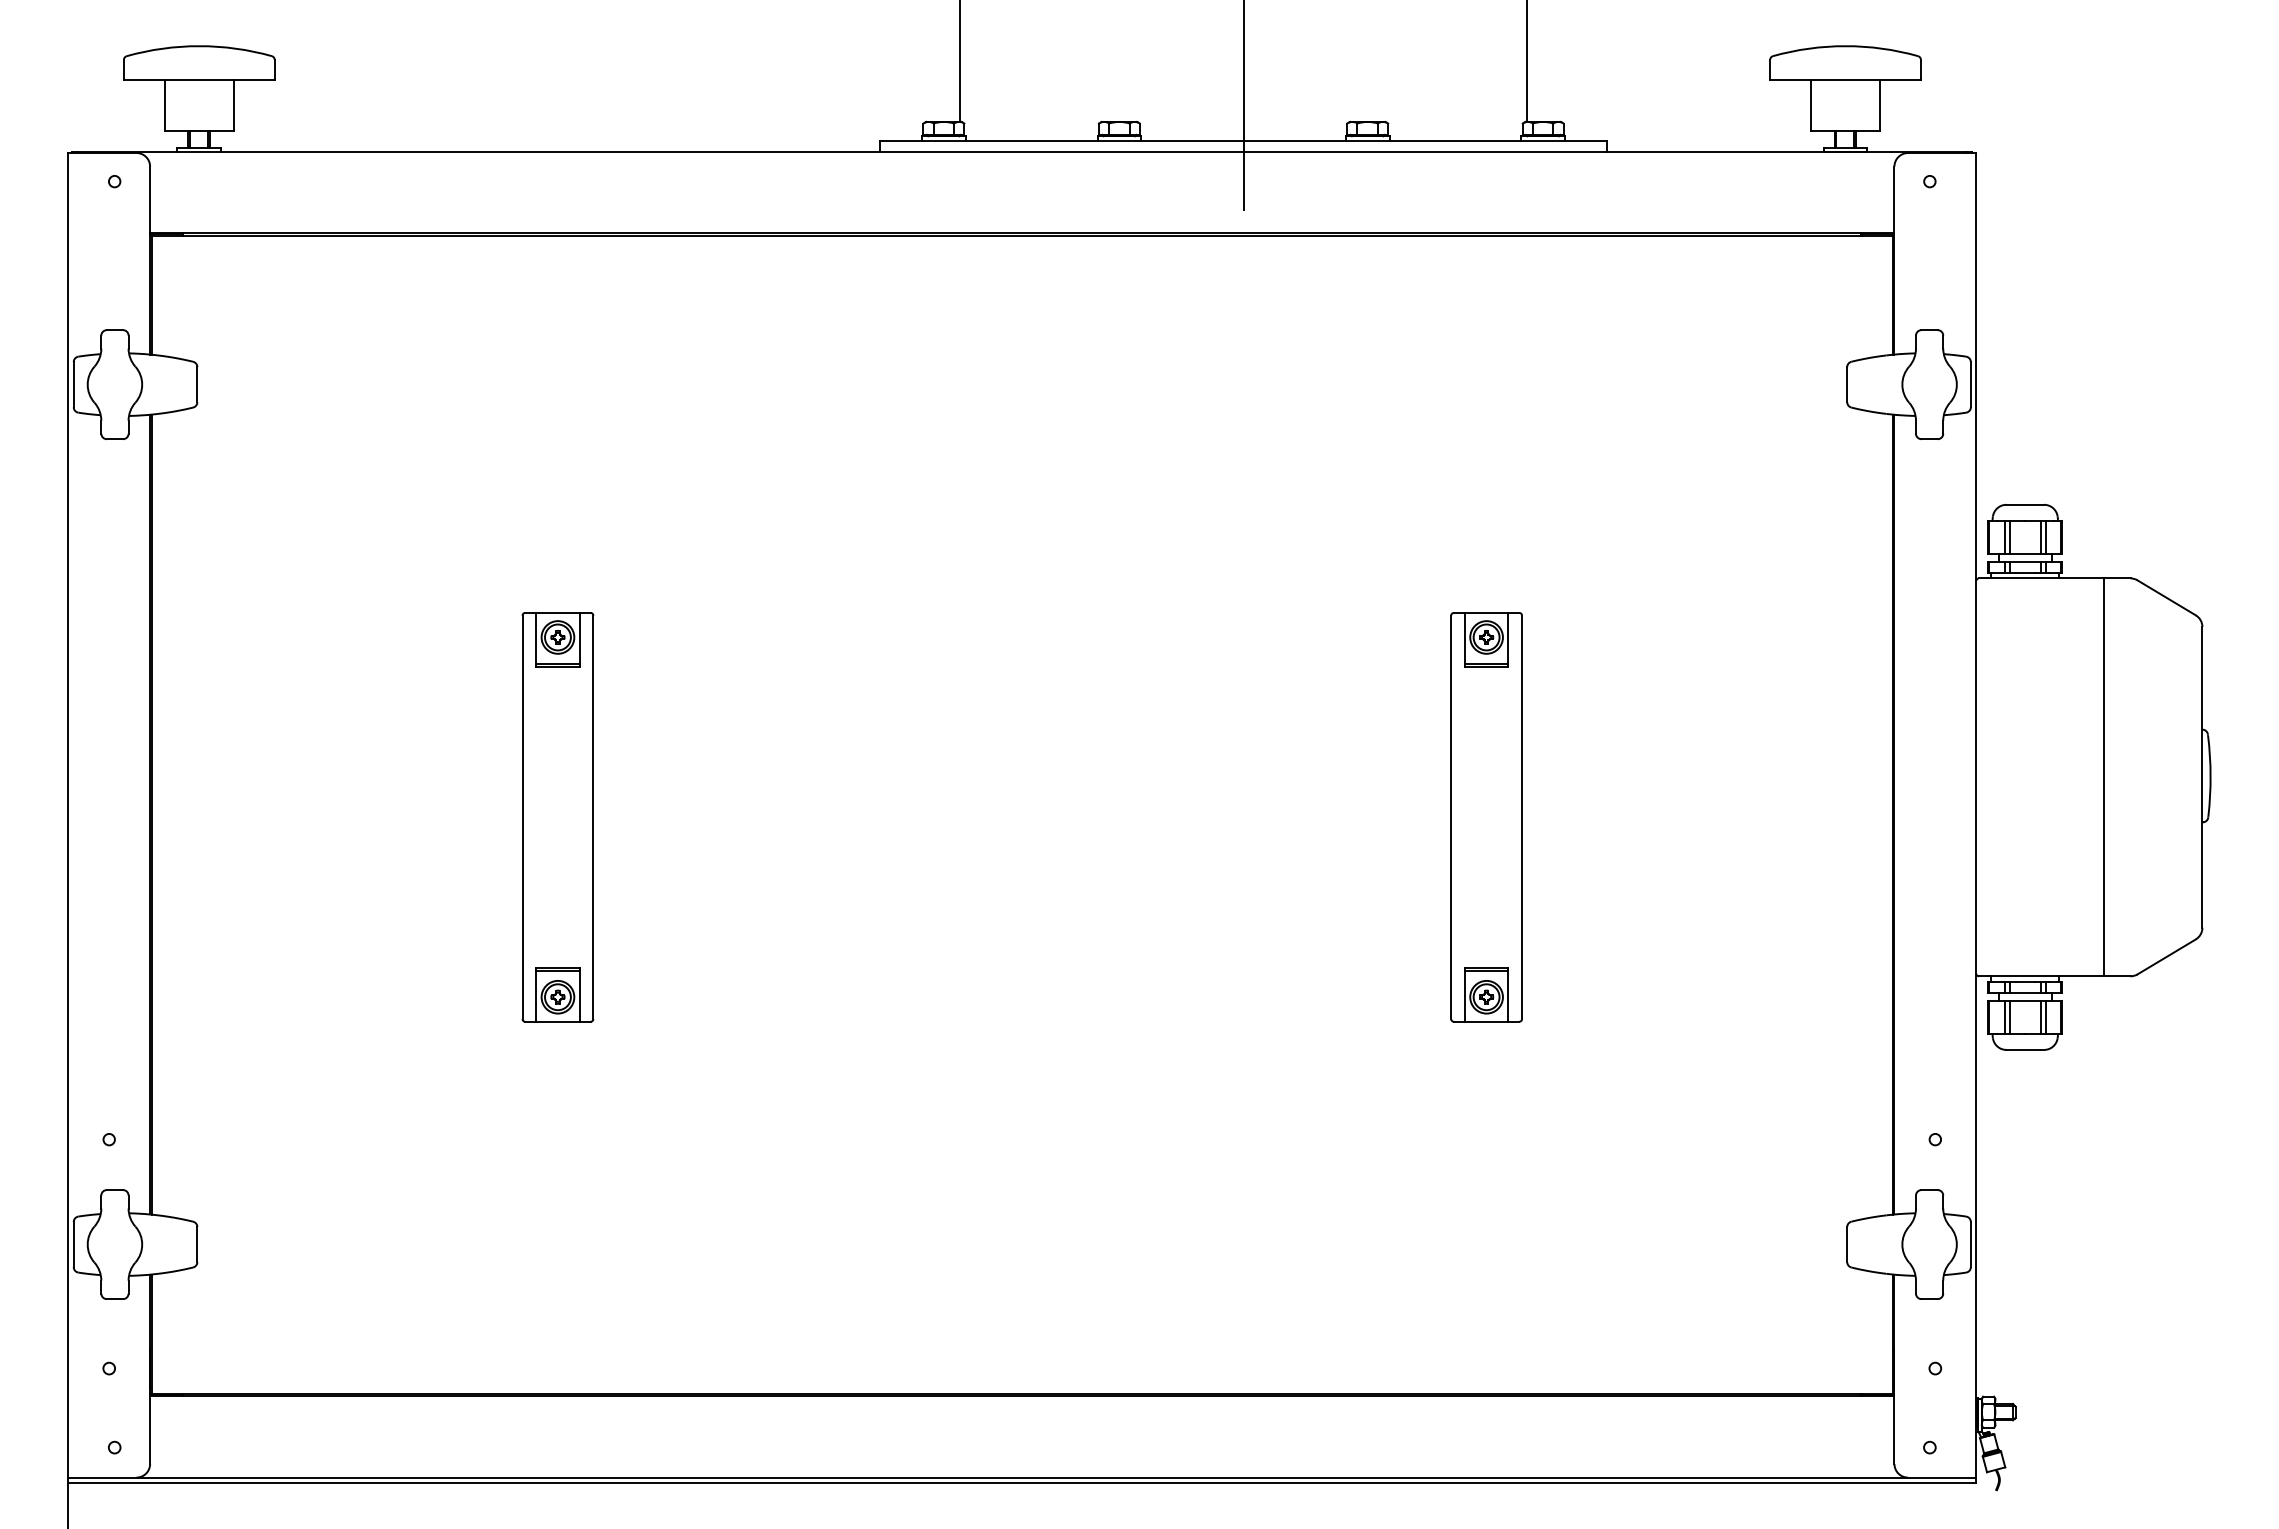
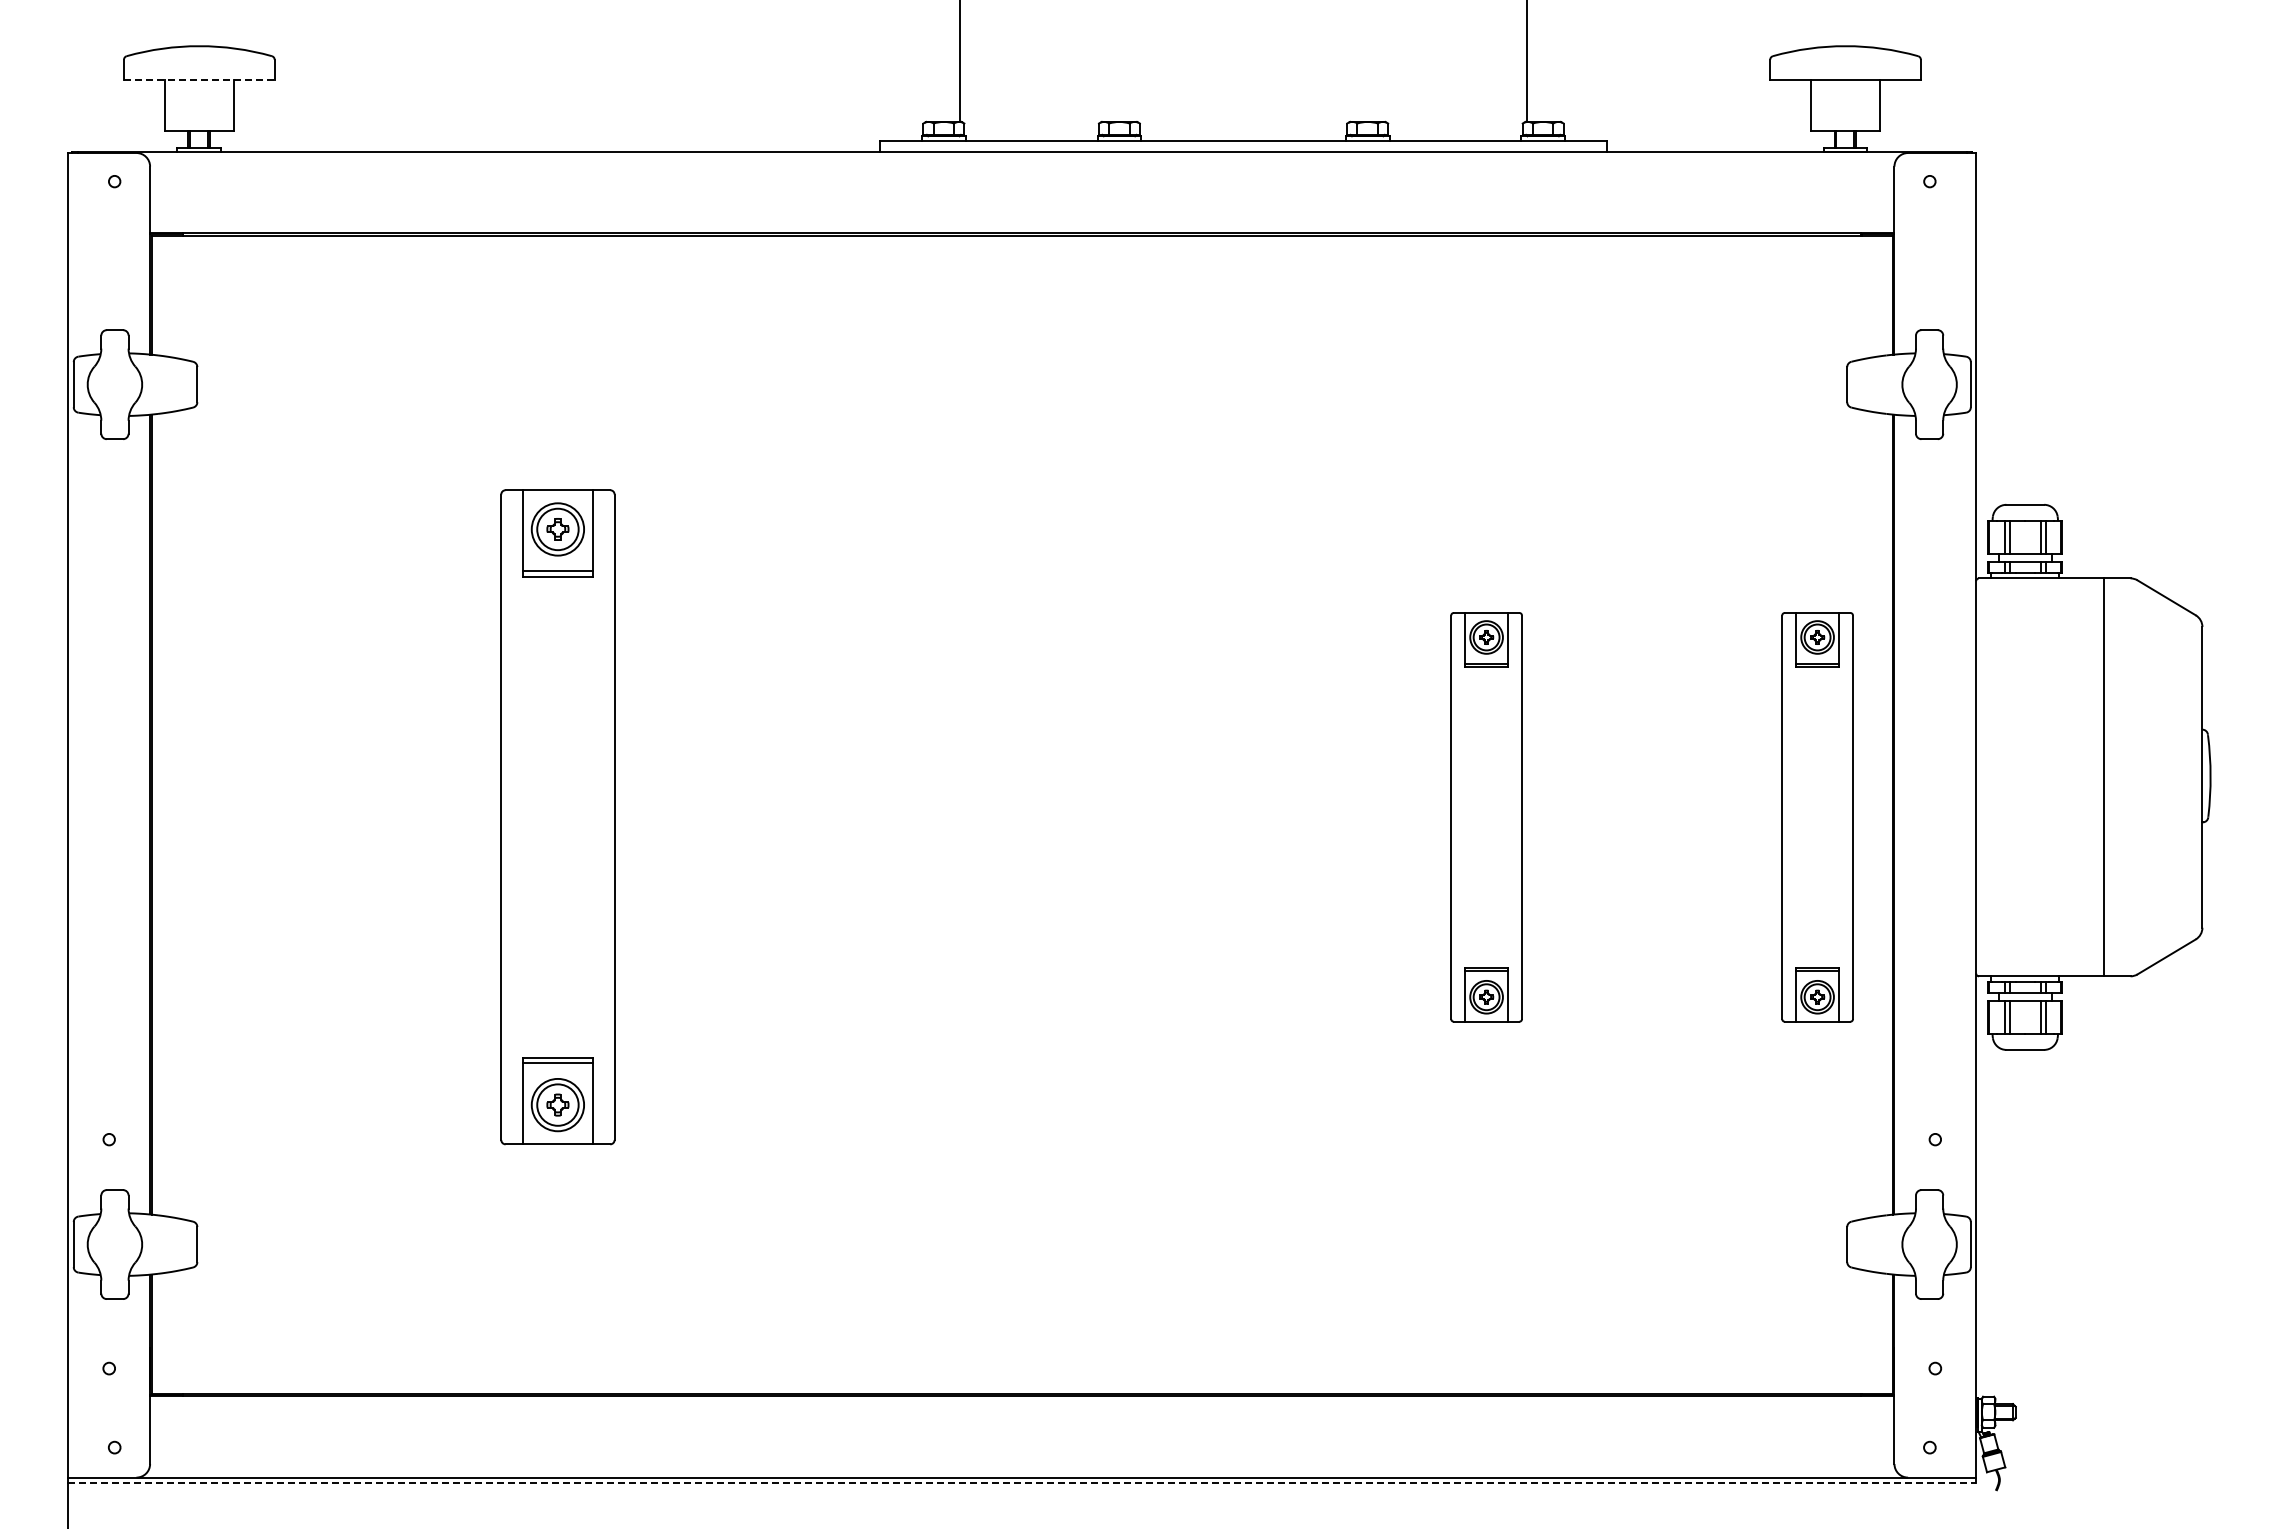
line at (199, 79): solid -> dashed
line at (1243, 106): present -> none
part at (557, 817) size: 74x411 px -> 116x657 px
part at (1817, 817): none -> present
line at (1022, 1483): solid -> dashed
